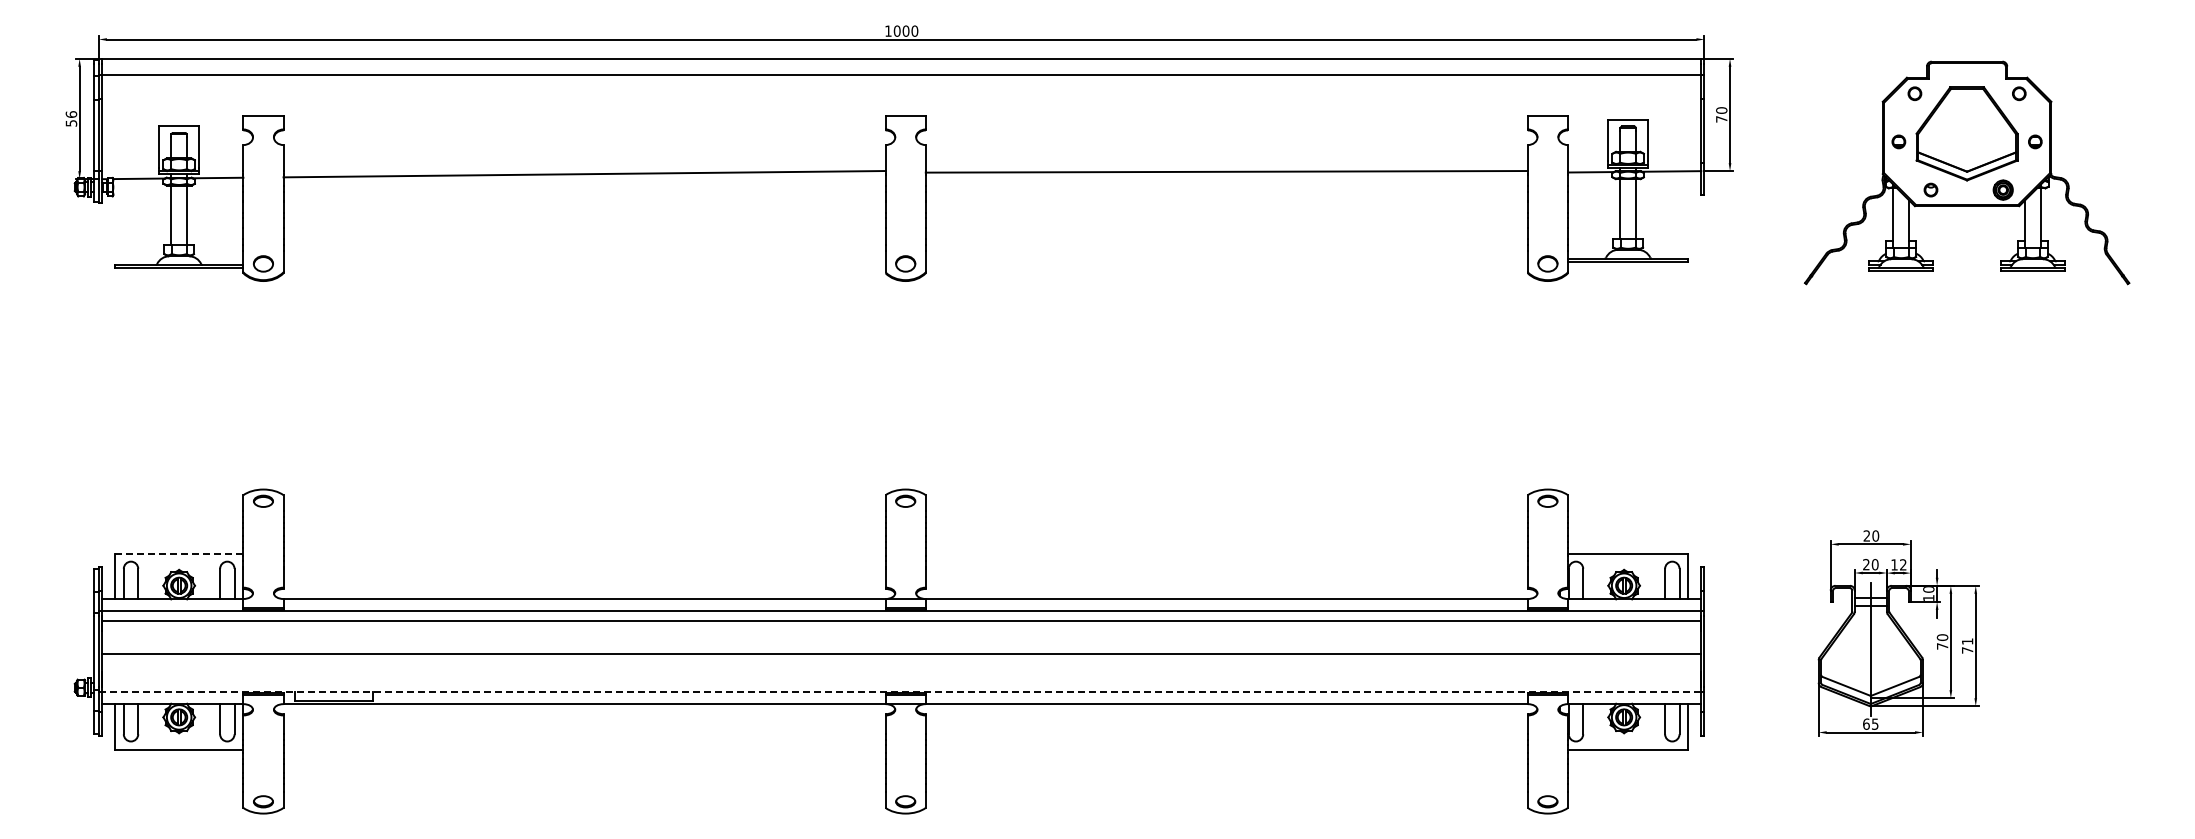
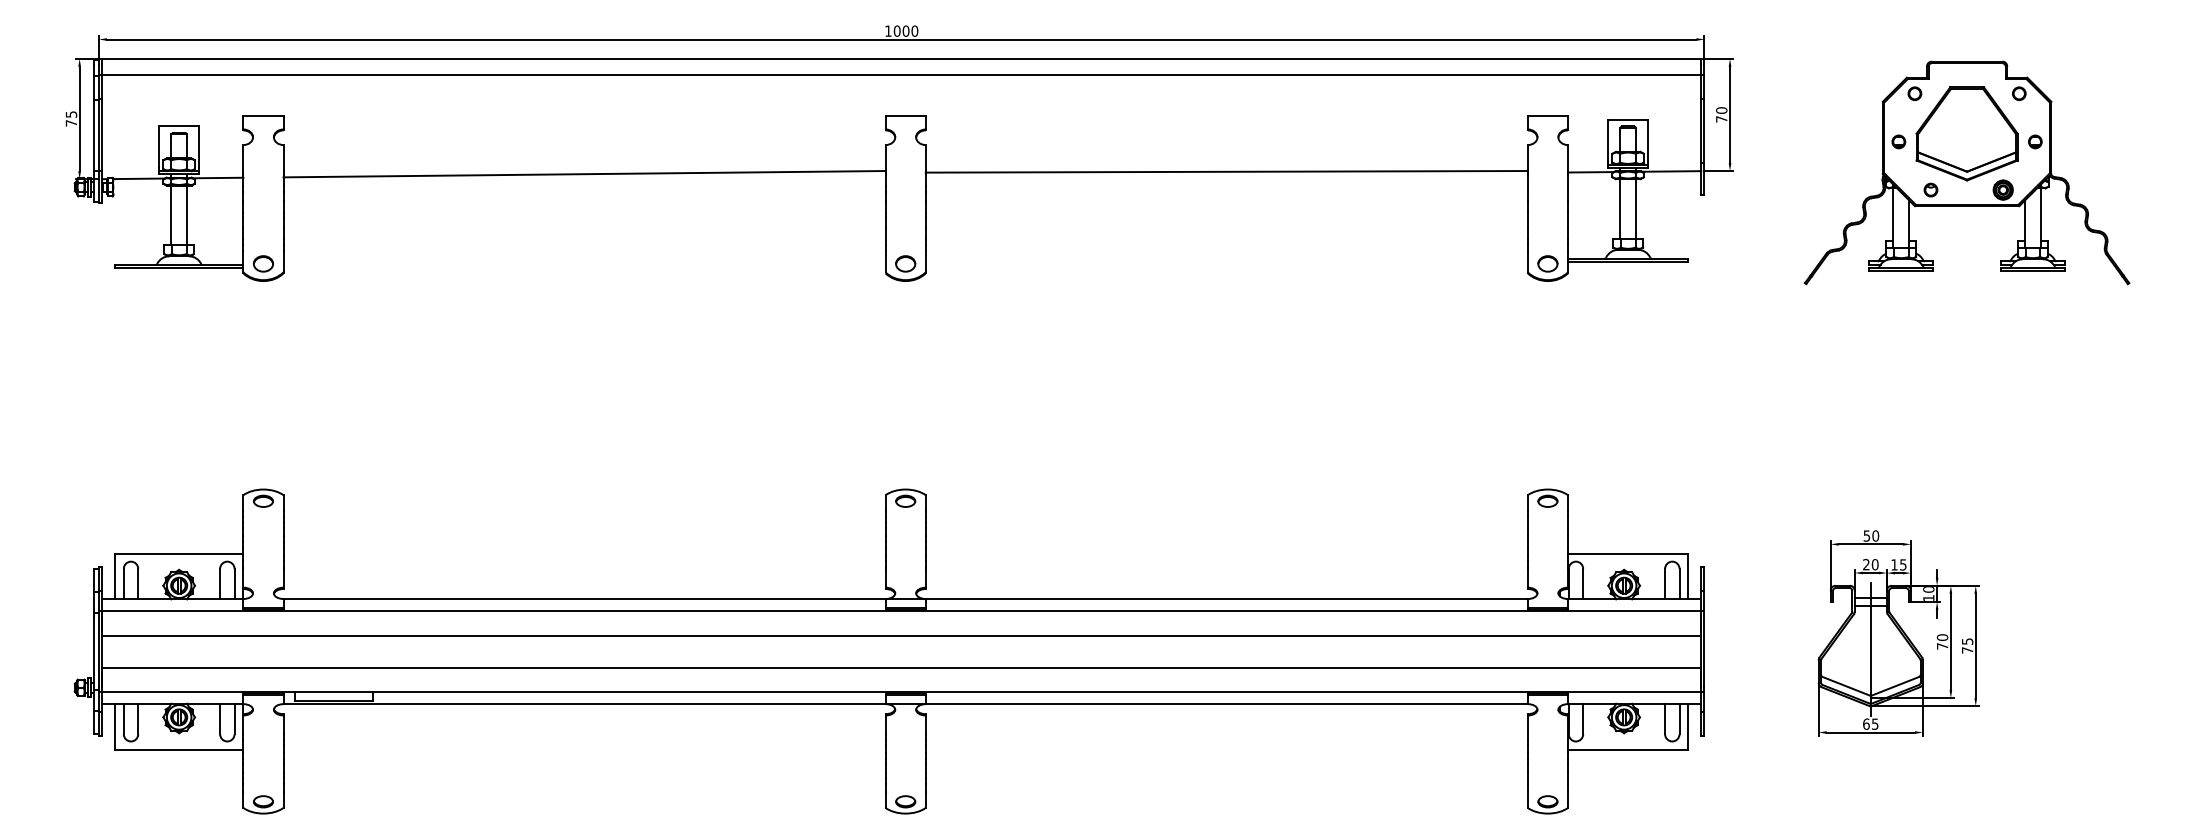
text at (71, 118): 56 -> 75
text at (1866, 535): 20 -> 50
line at (178, 553): dashed -> solid
text at (1903, 564): 12 -> 15
line at (901, 620) position: (901, 620) -> (901, 635)
text at (1967, 641): 71 -> 75
line at (901, 653) position: (901, 653) -> (901, 667)
line at (901, 691): dashed -> solid
